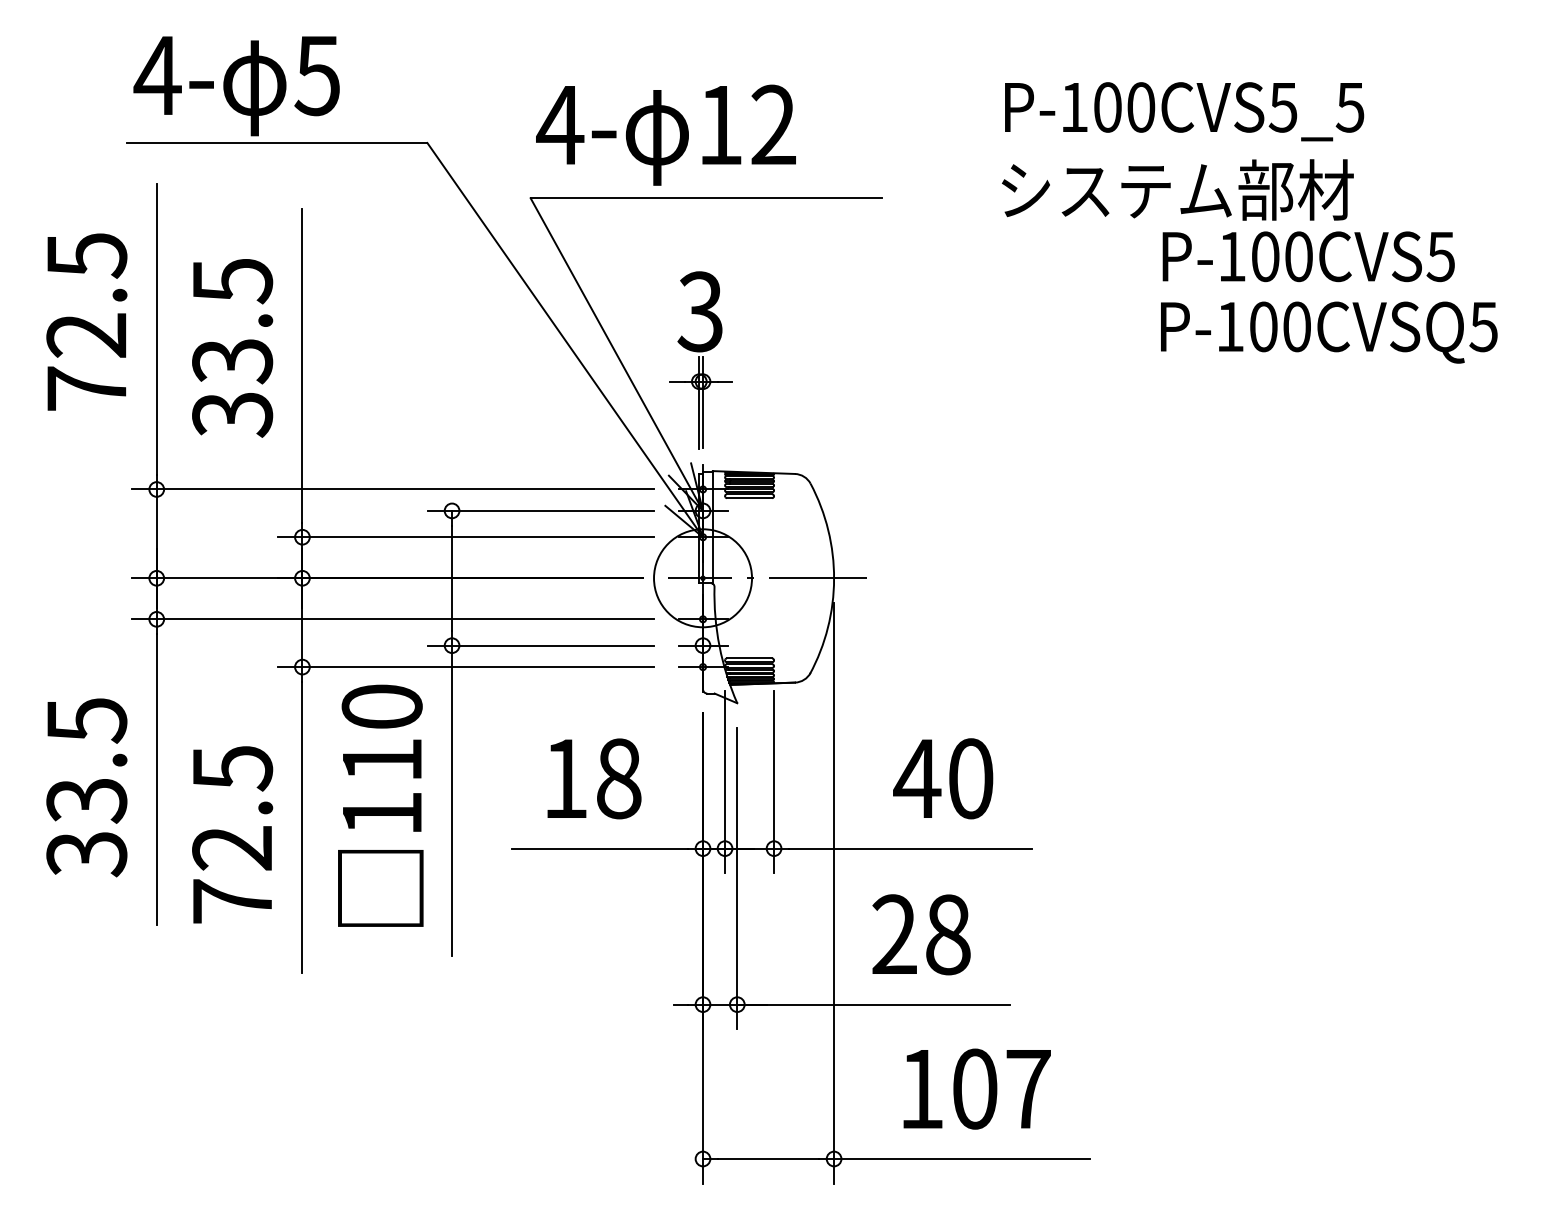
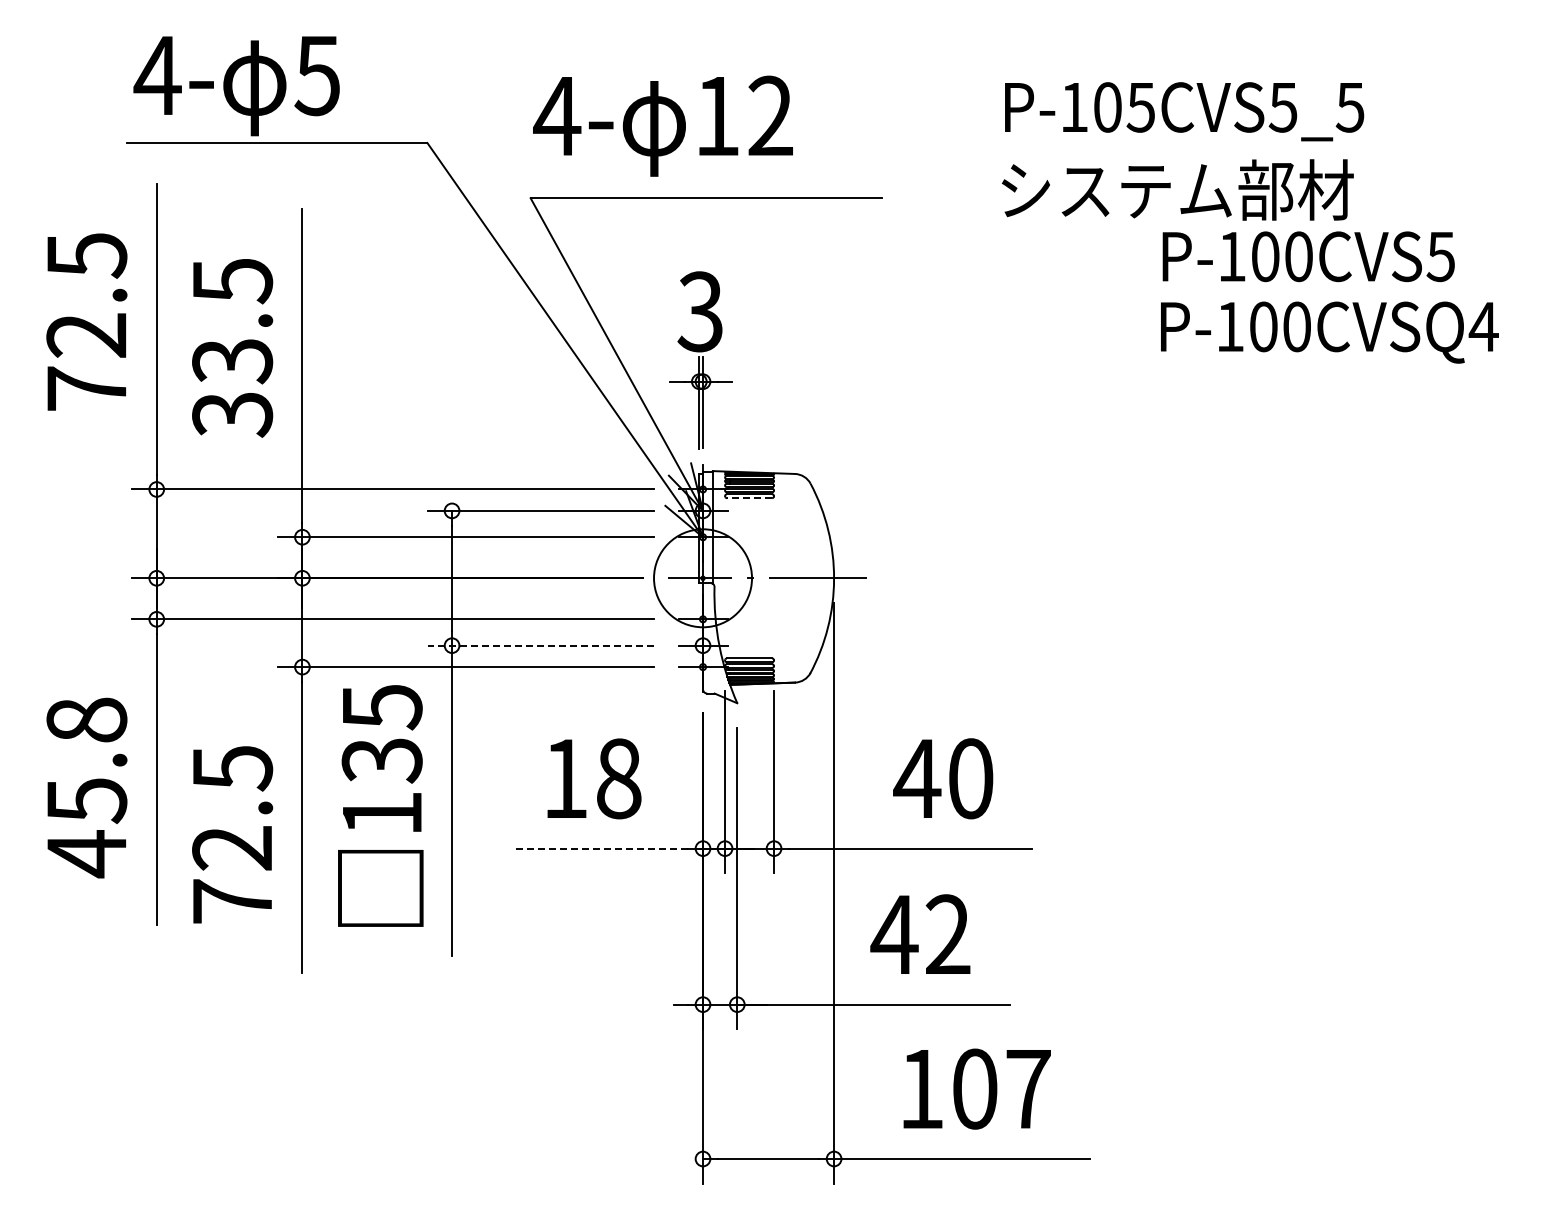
text at (1140, 107): P-100CVS5_5 -> P-105CVS5_5
text at (665, 134) position: (665, 134) -> (662, 125)
text at (1483, 327): P-100CVSQ5 -> P-100CVSQ4
line at (749, 498): solid -> dashed
line at (540, 645): solid -> dashed
text at (381, 733): 110 -> 135
text at (86, 787): 33.5 -> 45.8
line at (599, 848): solid -> dashed
text at (920, 934): 28 -> 42
